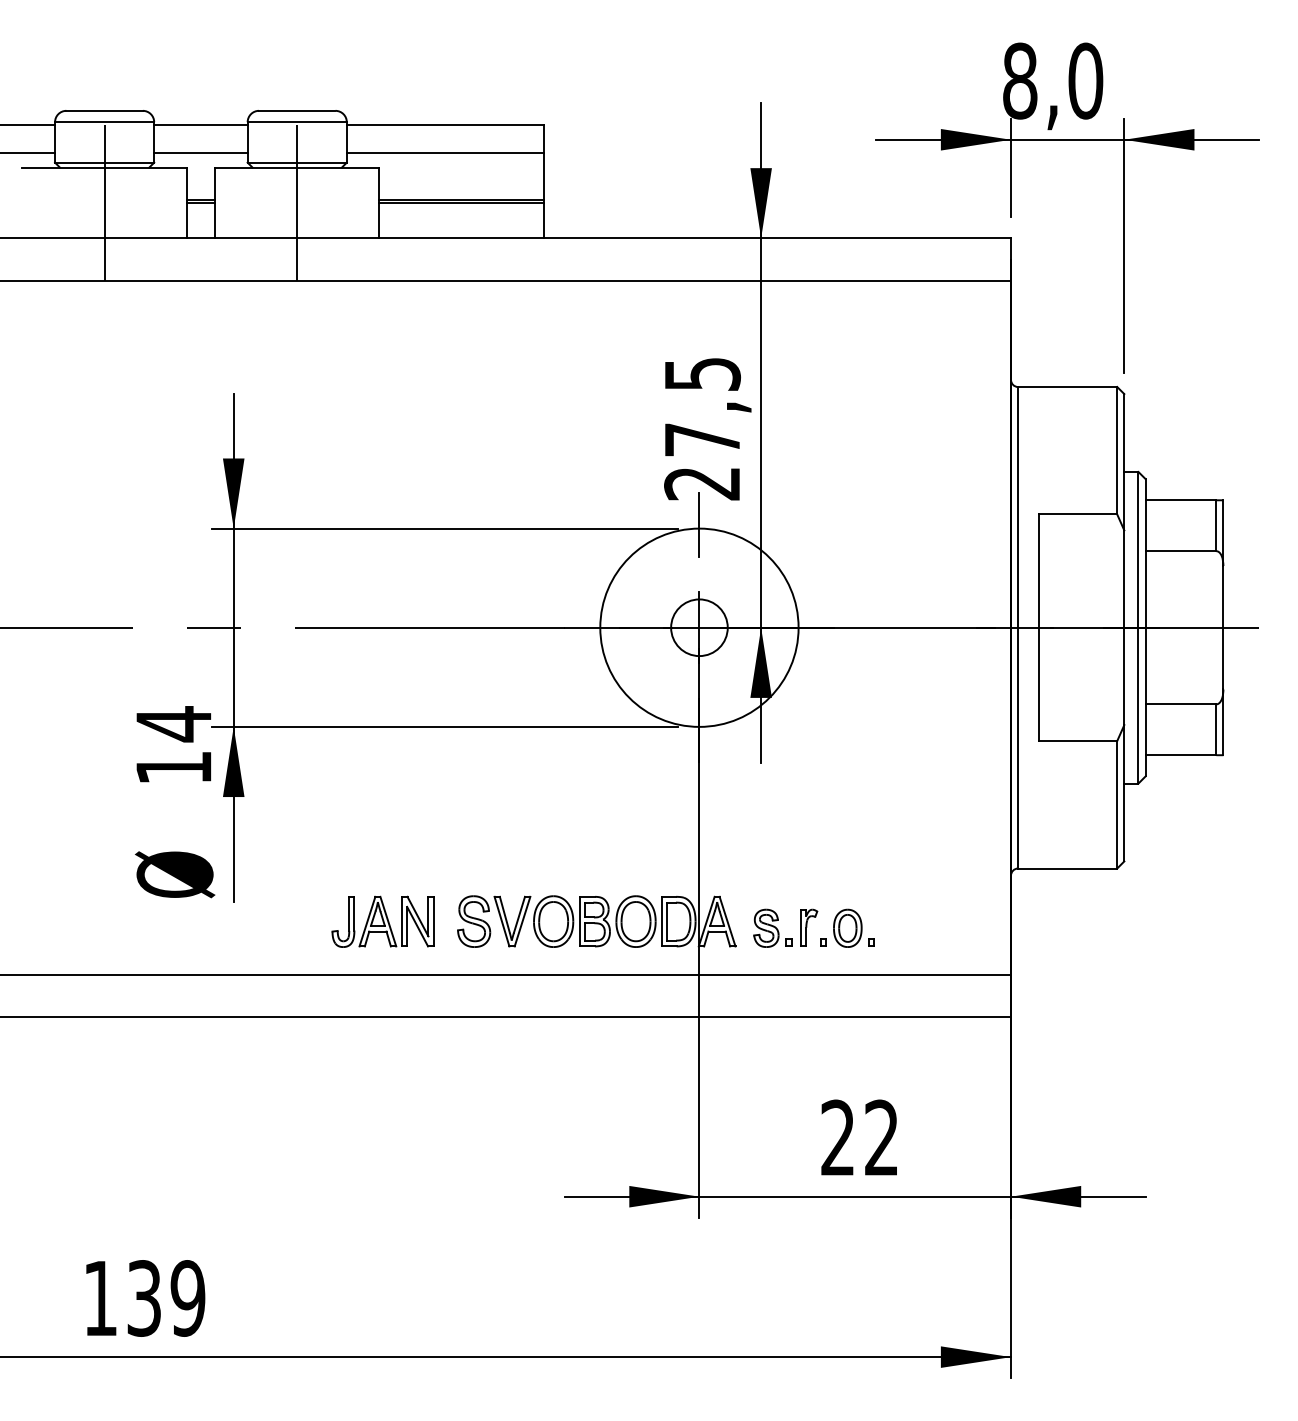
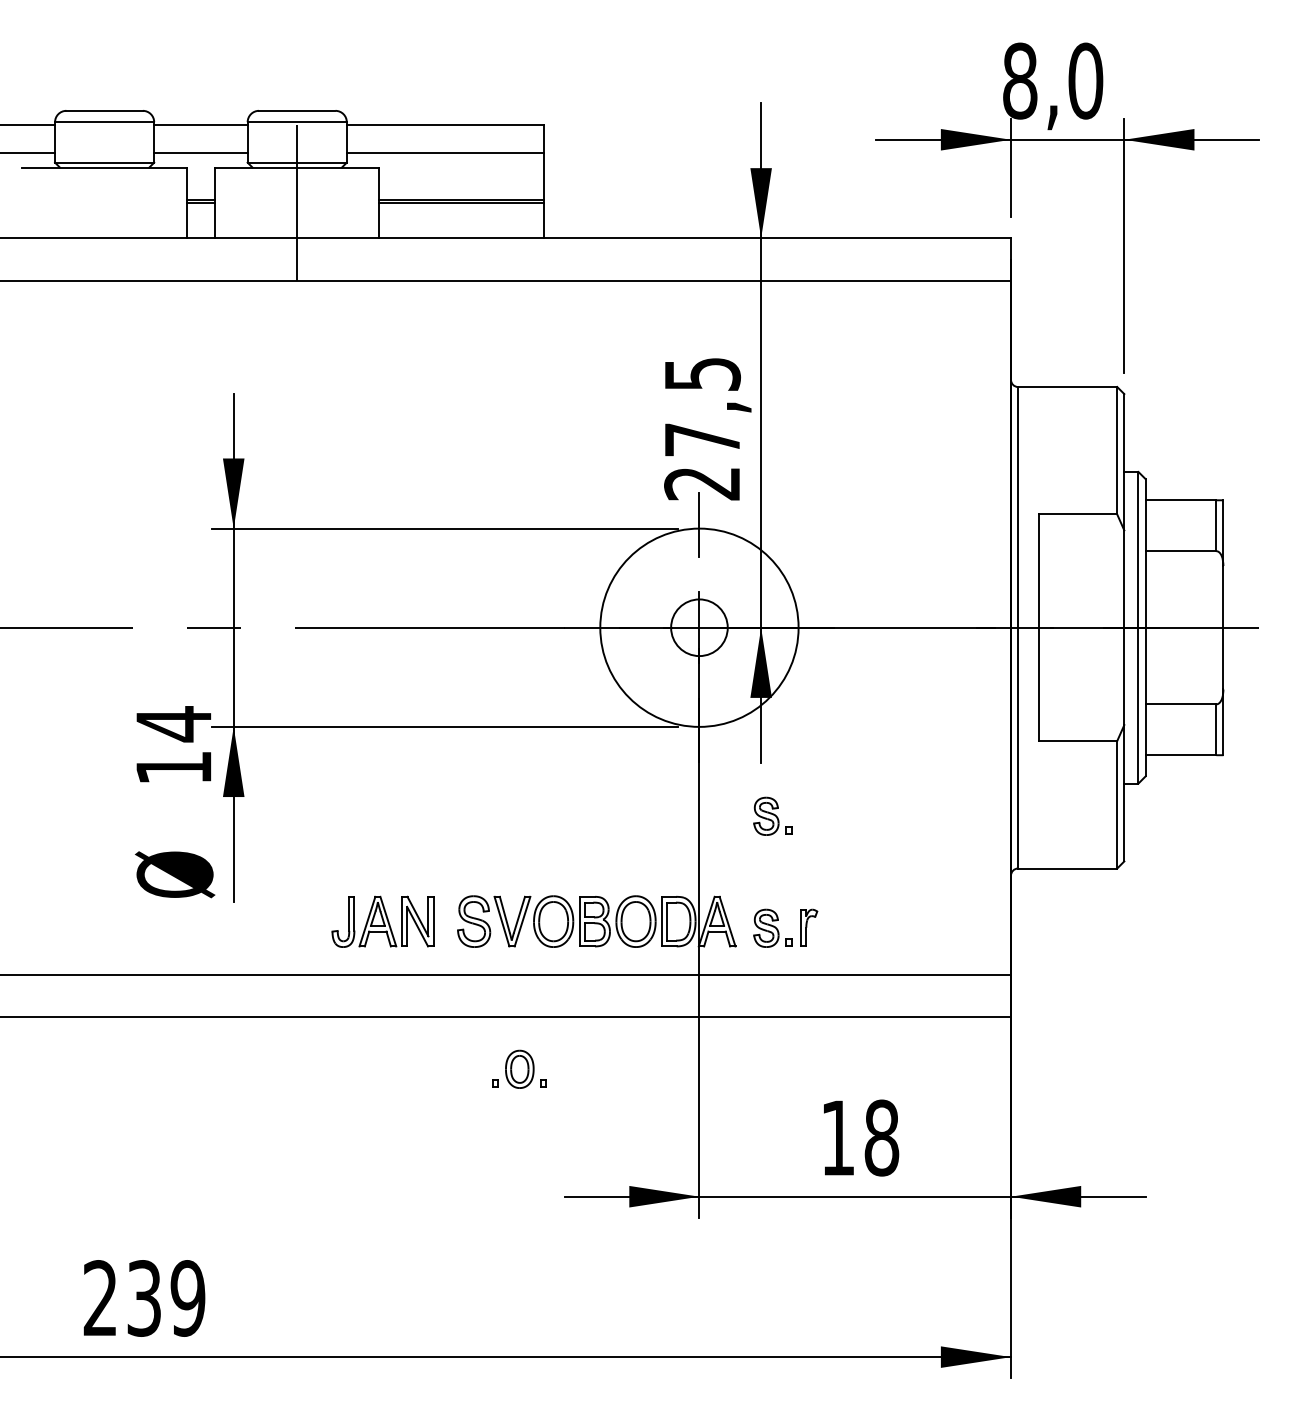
line at (104, 202): present -> none
part at (772, 815): none -> present
part at (847, 927) position: (847, 927) -> (519, 1068)
text at (860, 1137): 22 -> 18
text at (99, 1297): 139 -> 239
